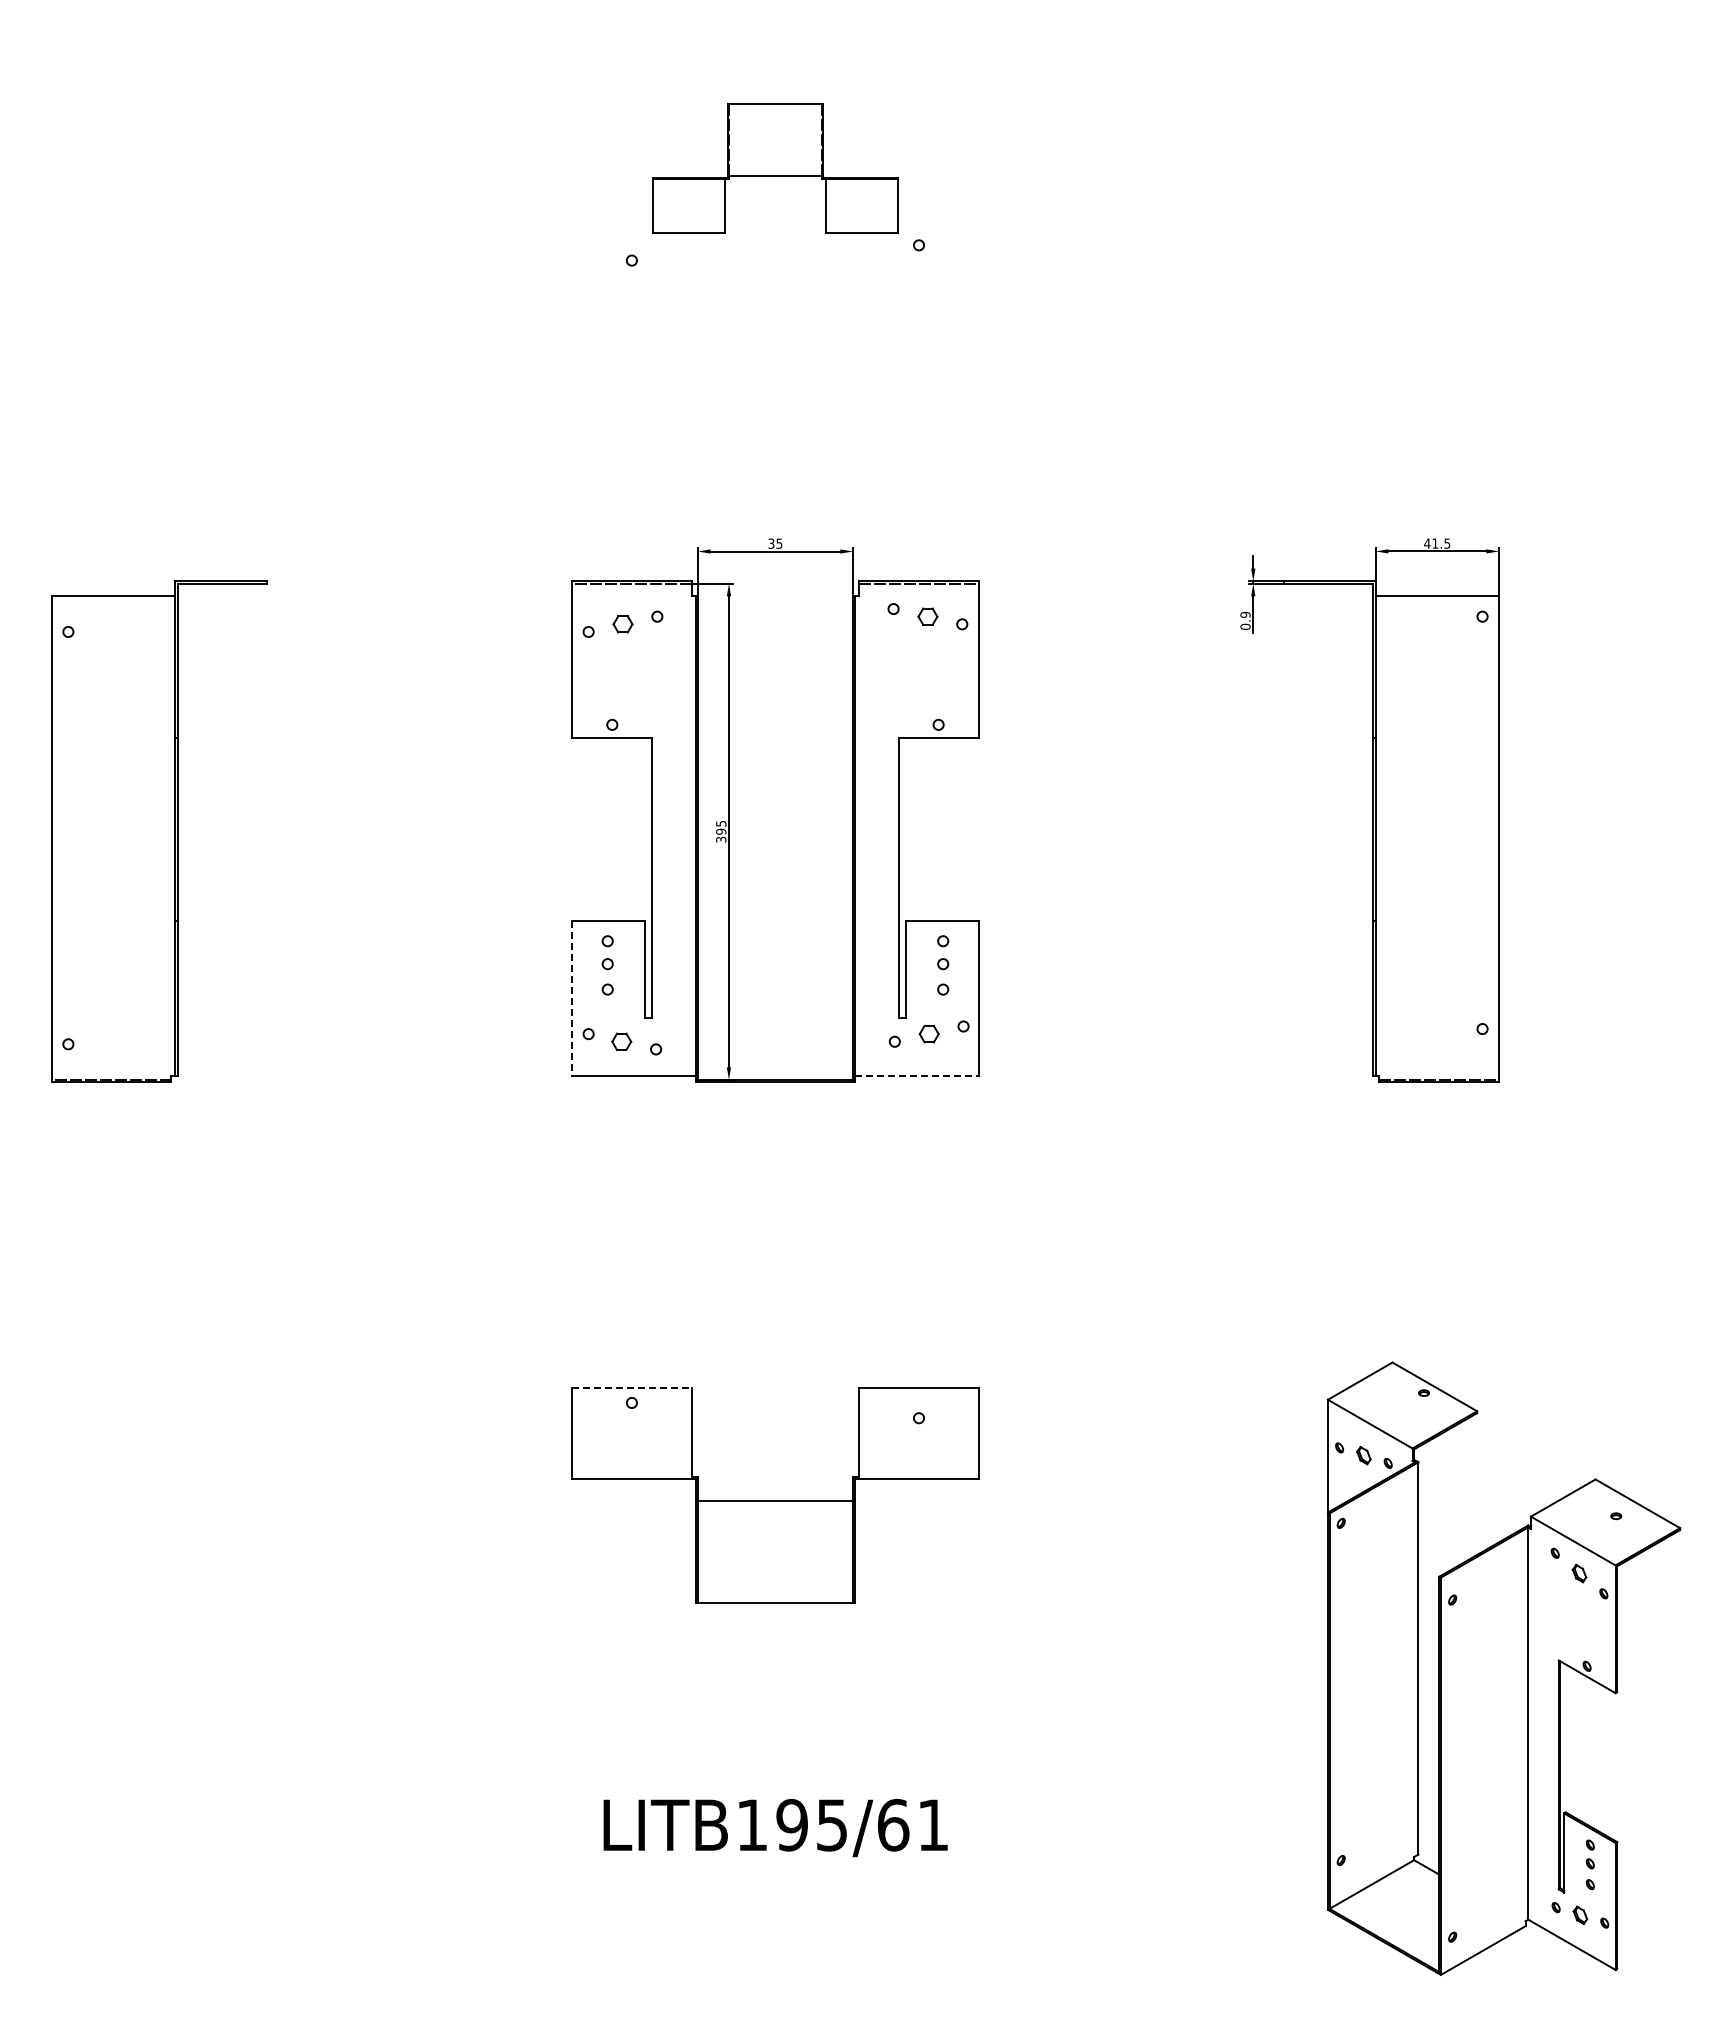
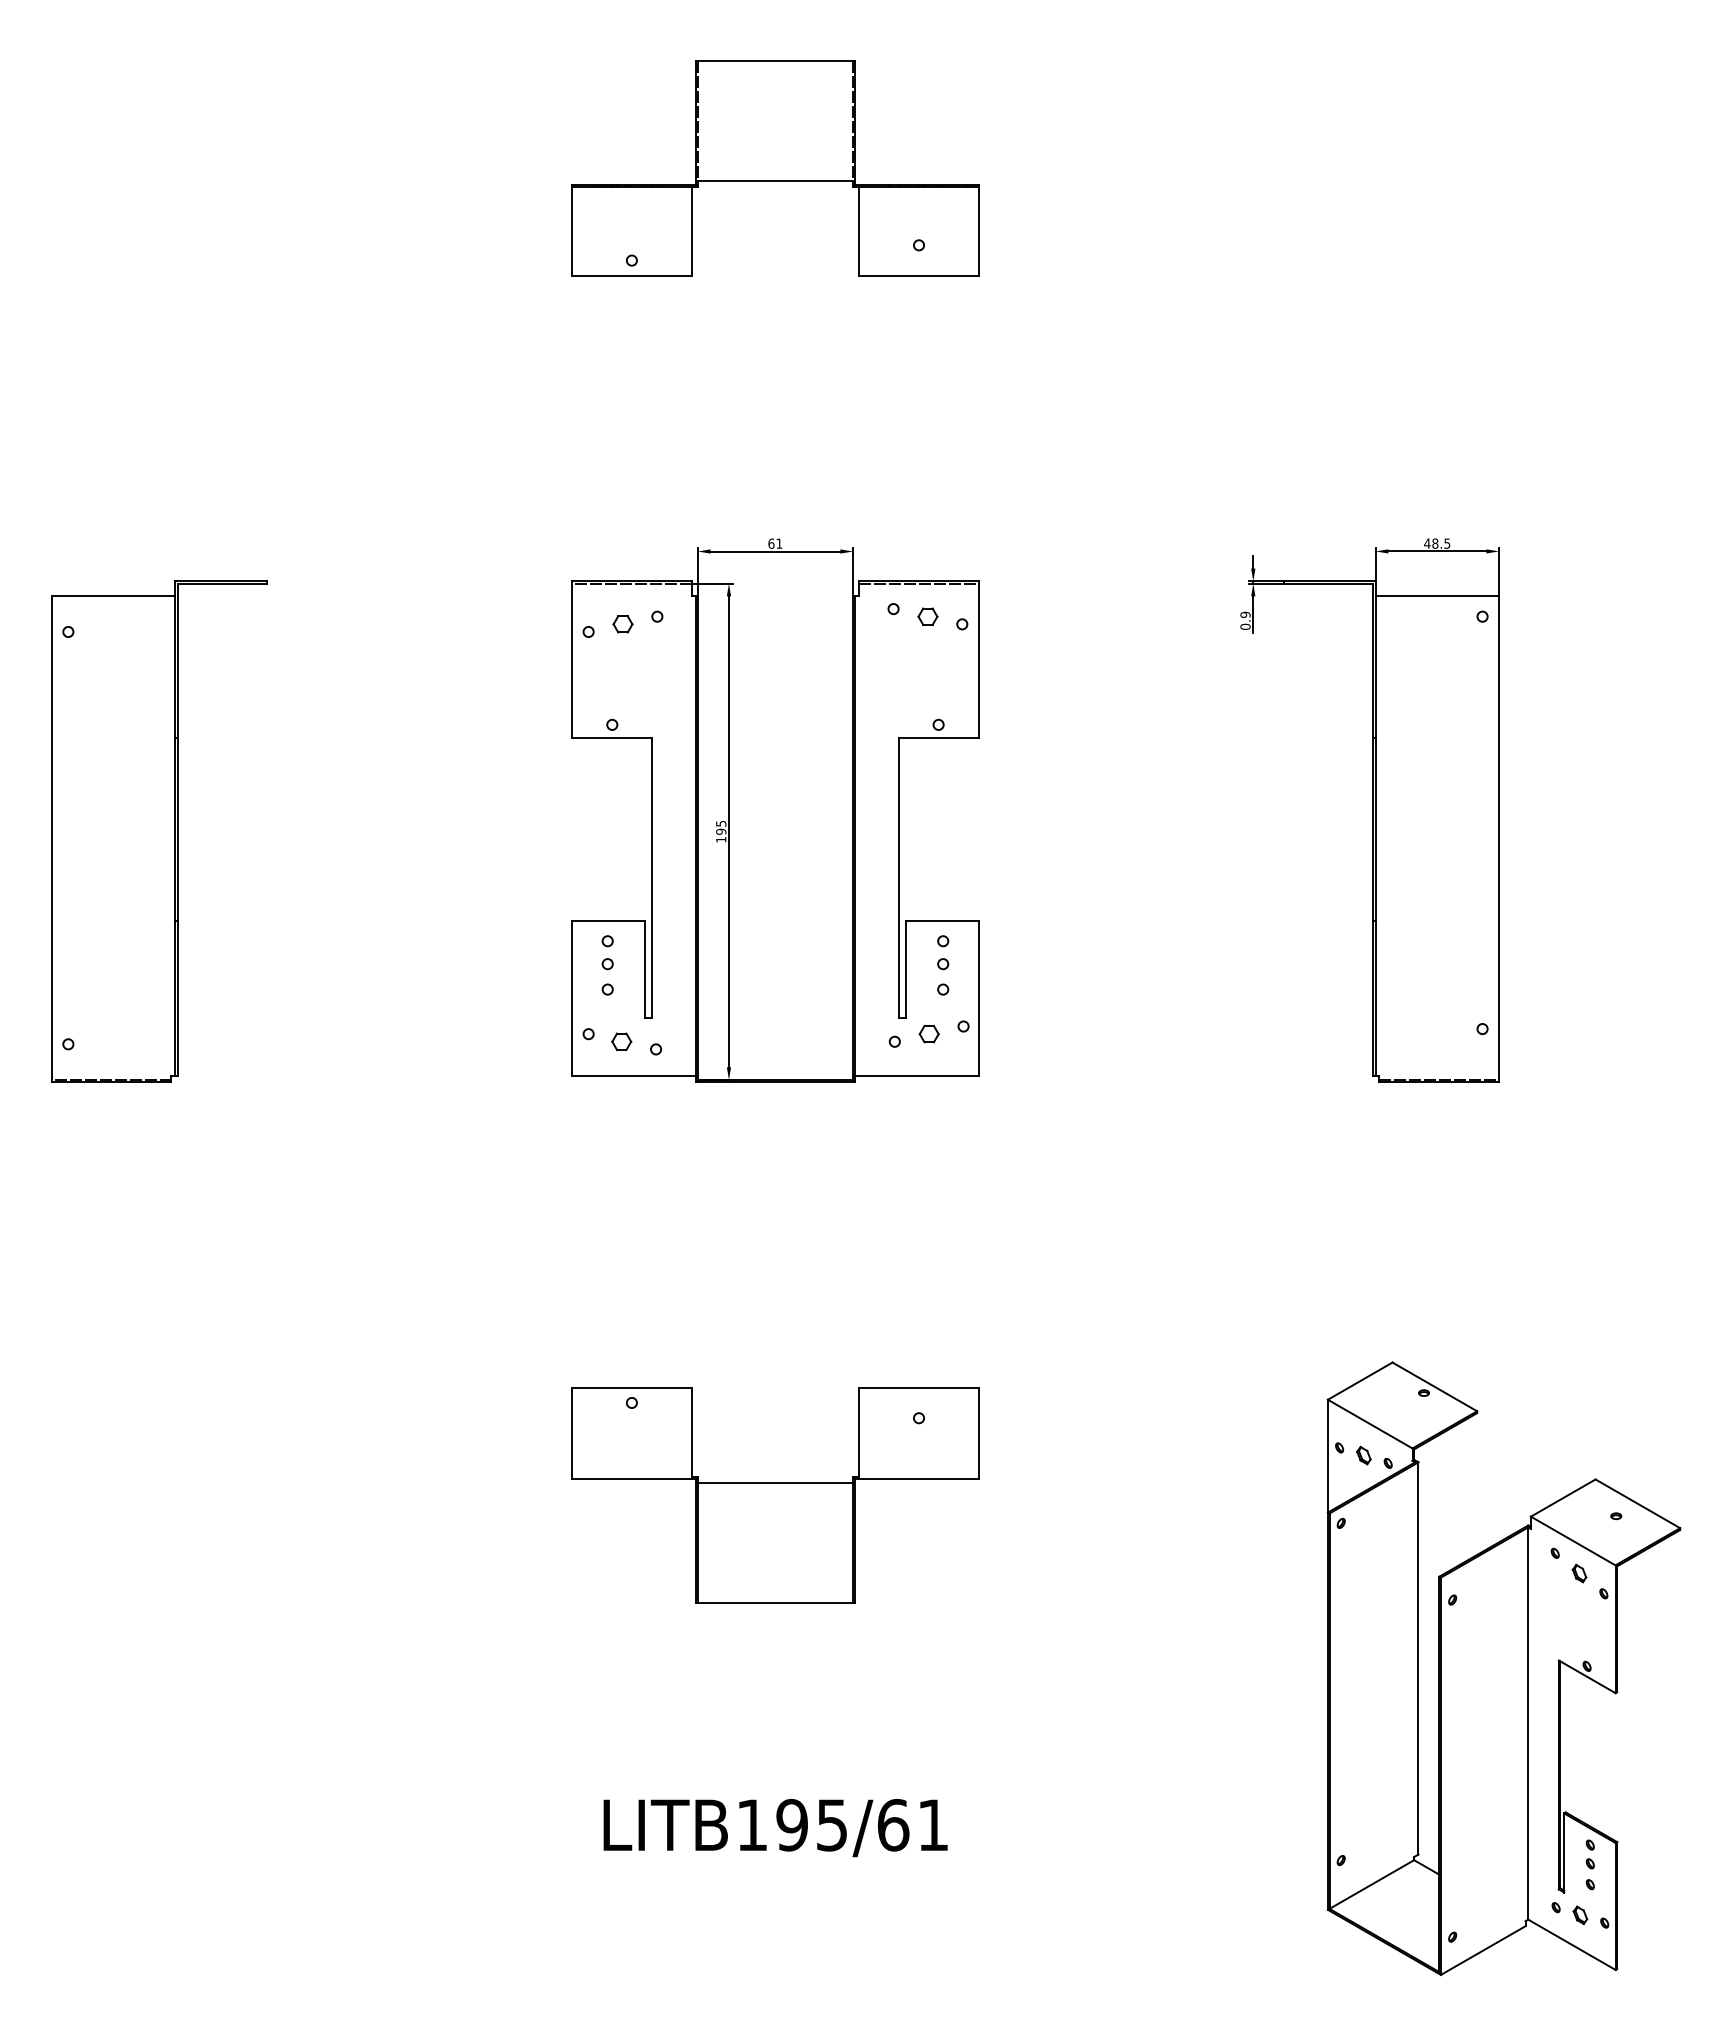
part at (775, 168) size: 247x131 px -> 409x217 px
text at (775, 543): 35 -> 61
text at (1435, 543): 41.5 -> 48.5
text at (721, 839): 395 -> 195
line at (572, 998): dashed -> solid
line at (917, 1076): dashed -> solid
line at (631, 1387): dashed -> solid
line at (775, 1500) position: (775, 1500) -> (775, 1482)
